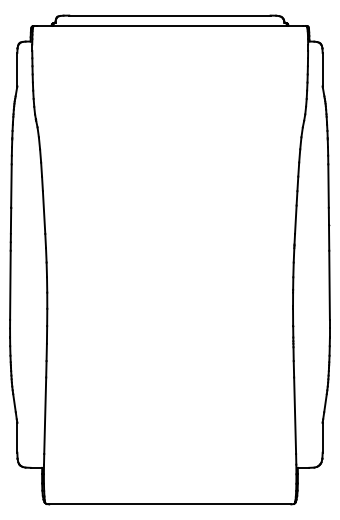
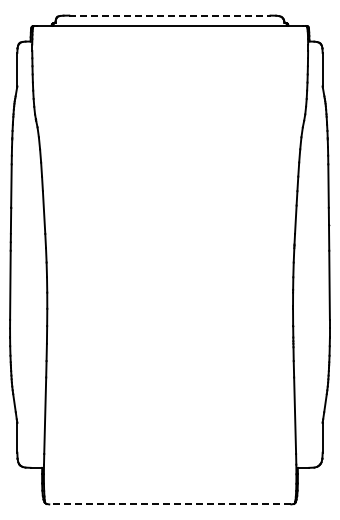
line at (169, 15): solid -> dashed
line at (169, 504): solid -> dashed
